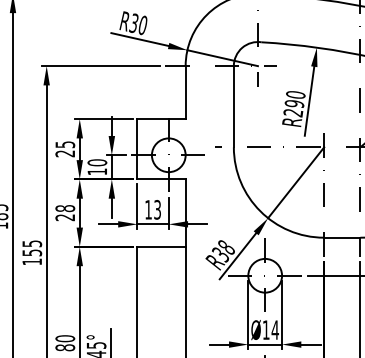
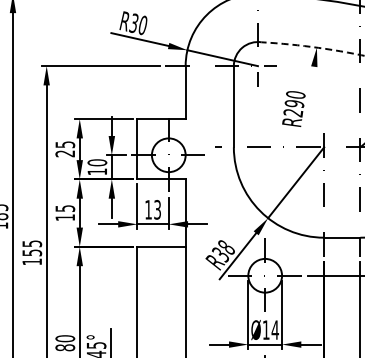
arc at (313, 47): solid -> dashed
line at (309, 100): present -> none
text at (65, 213): 28 -> 15
